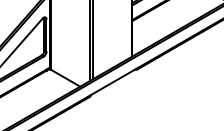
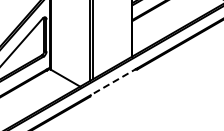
line at (113, 81): solid -> dashed
